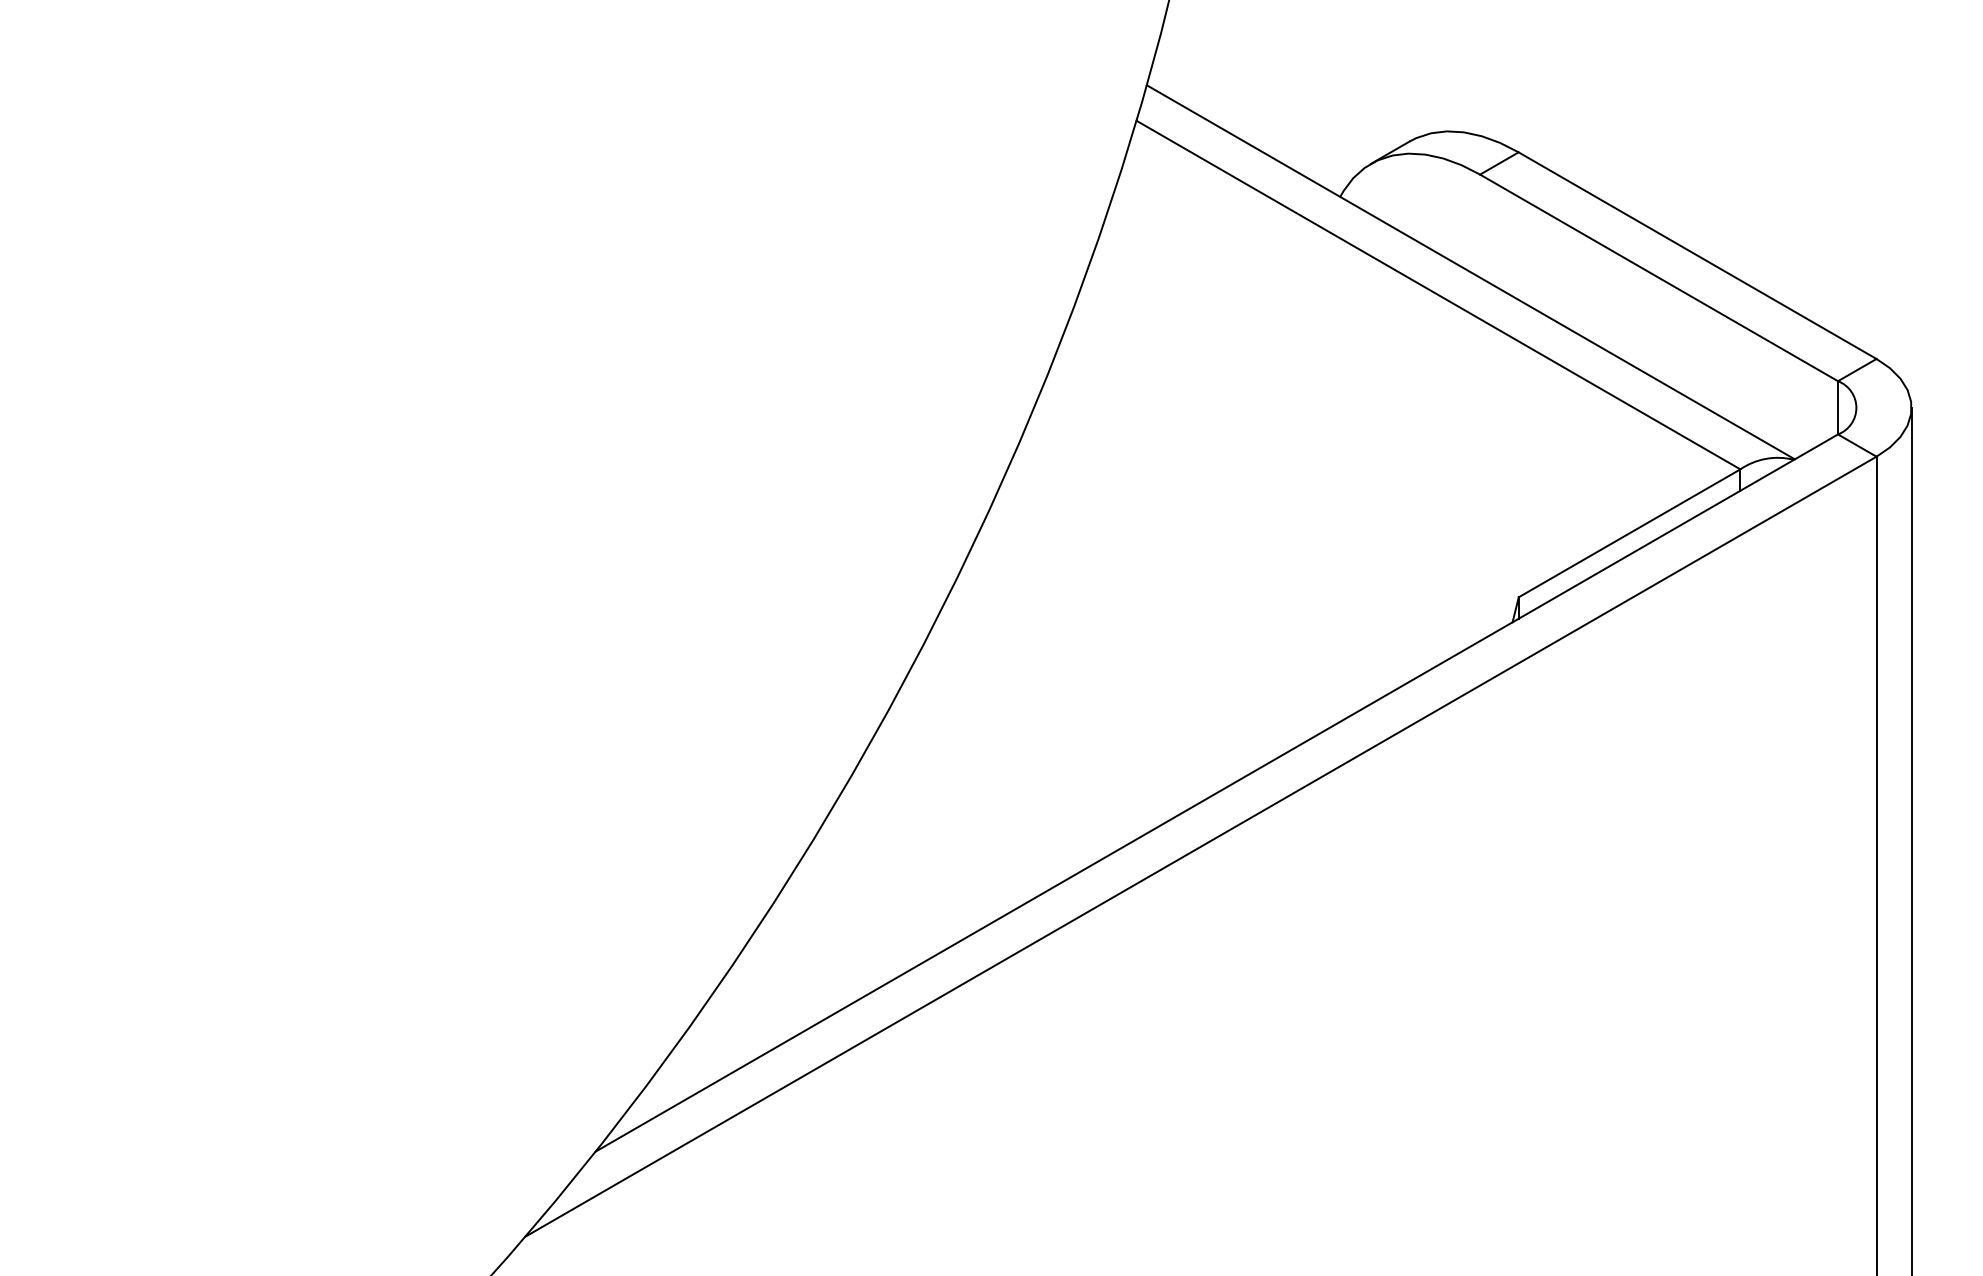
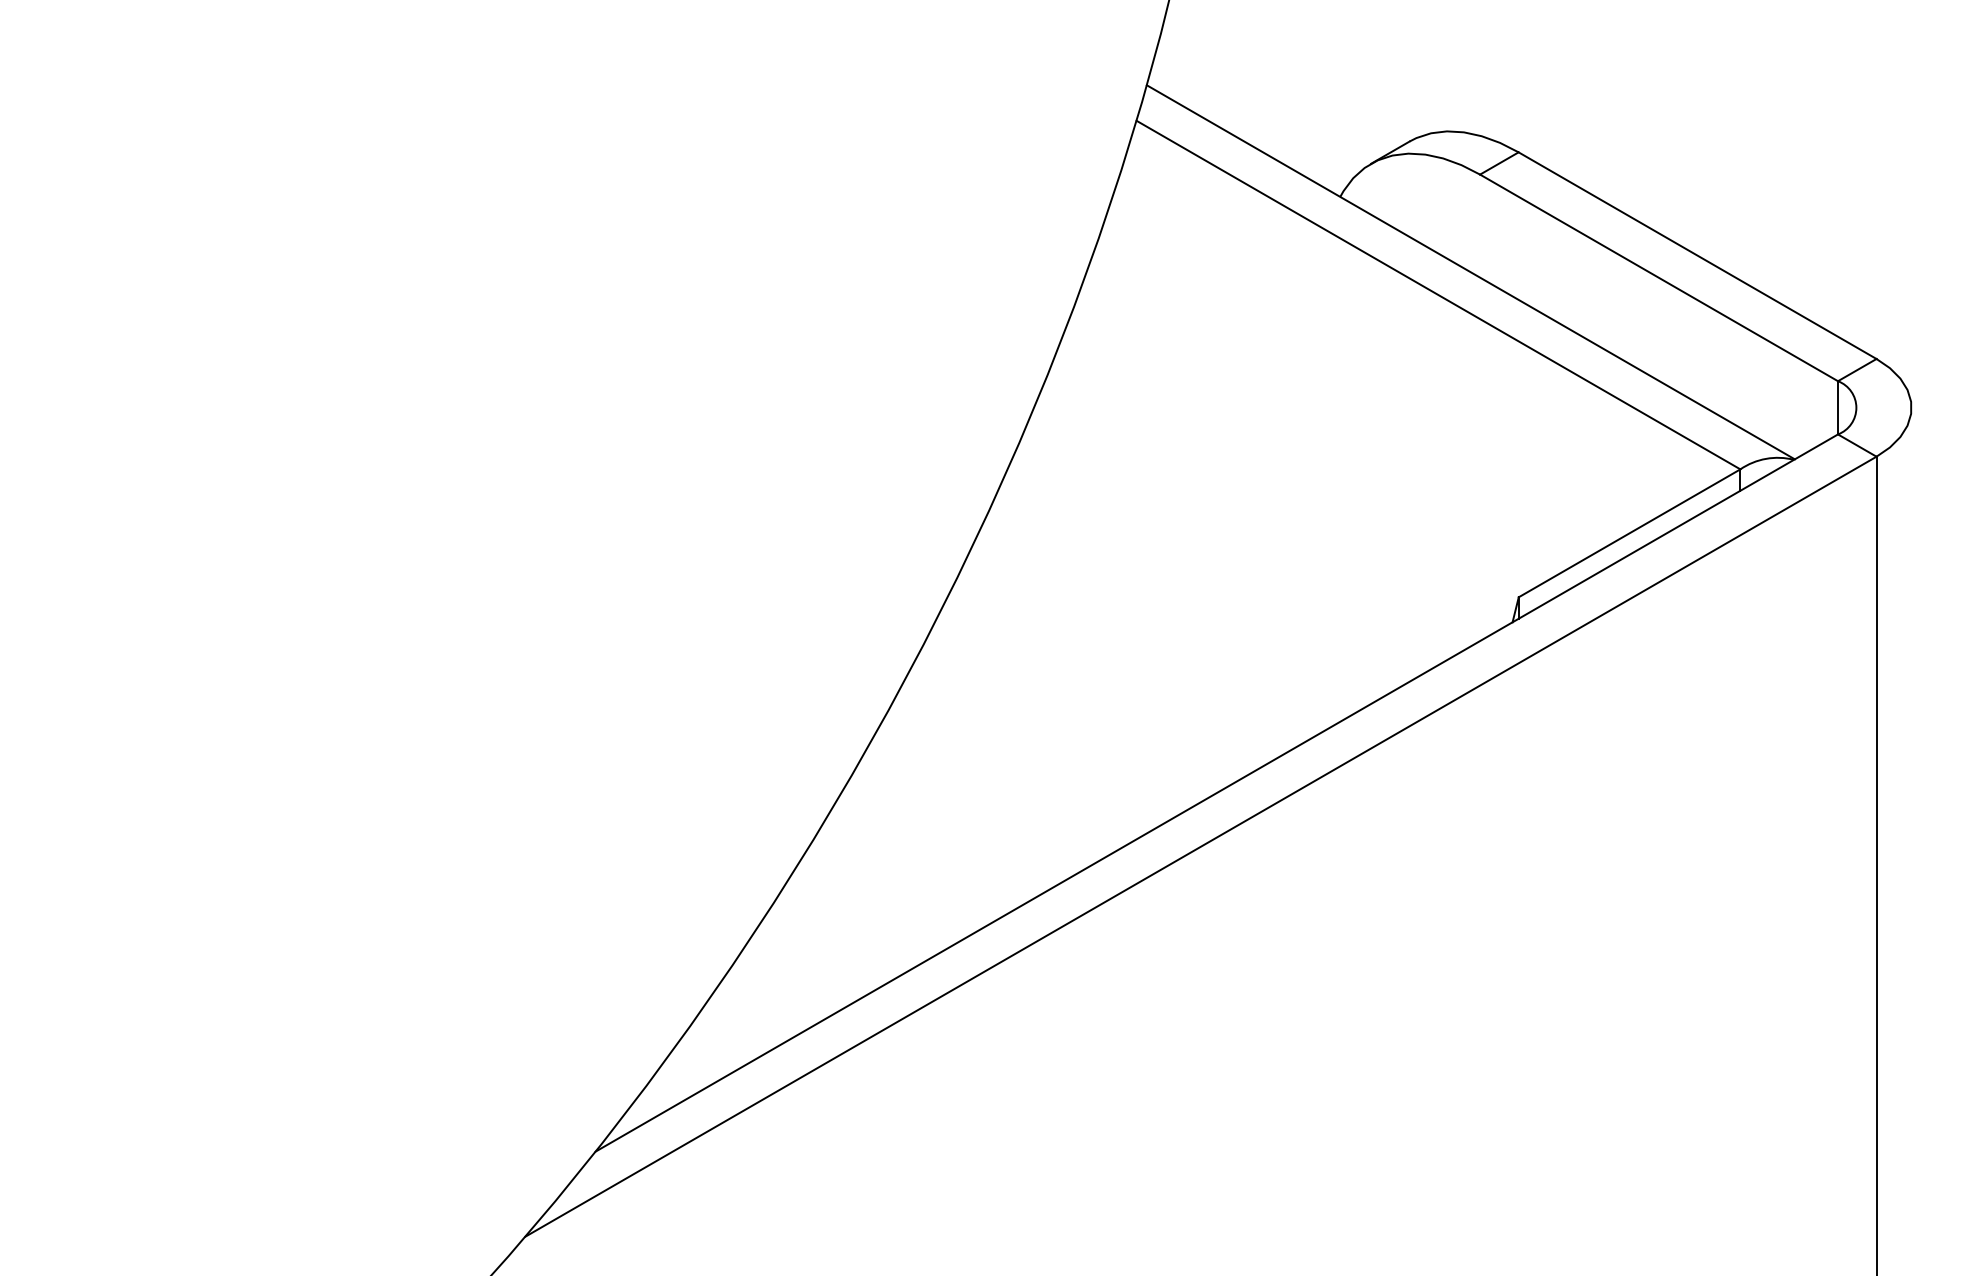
line at (1911, 839): present -> none
